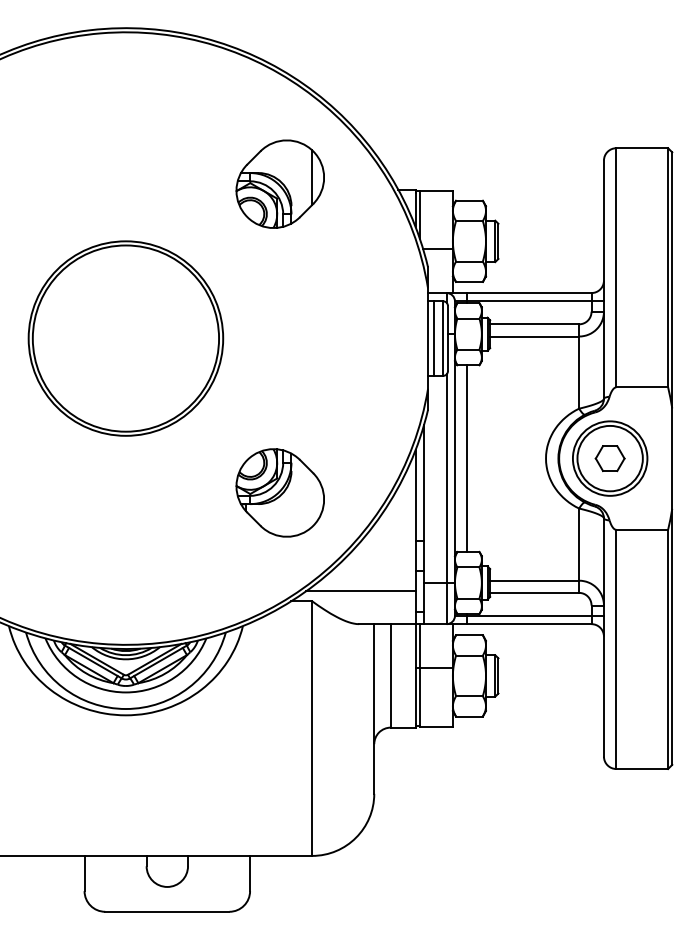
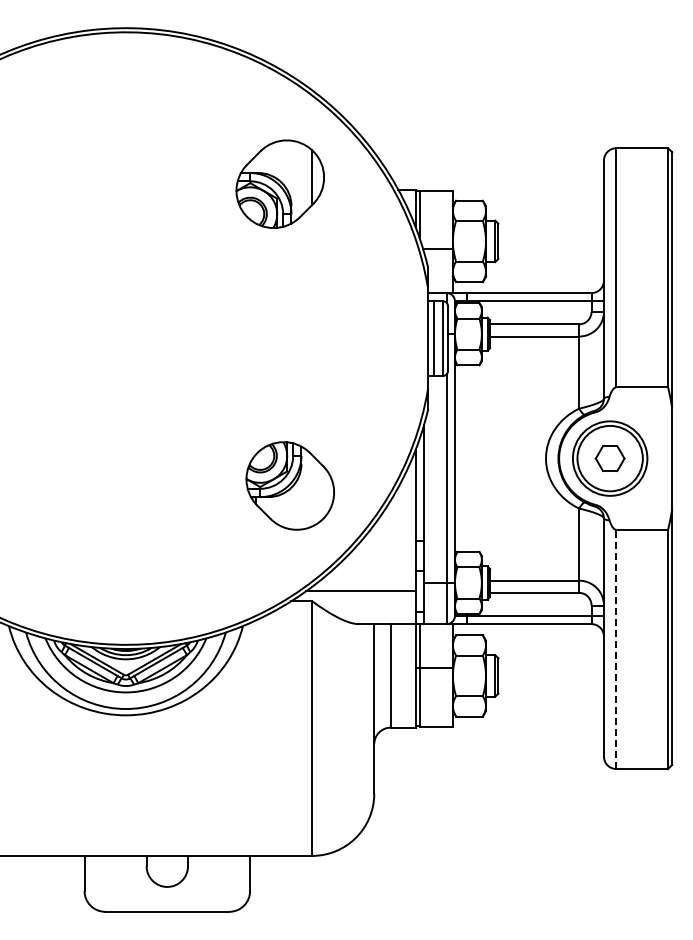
part at (125, 338): present -> none
line at (467, 458): present -> none
part at (279, 492) position: (279, 492) -> (289, 485)
line at (616, 649): solid -> dashed
